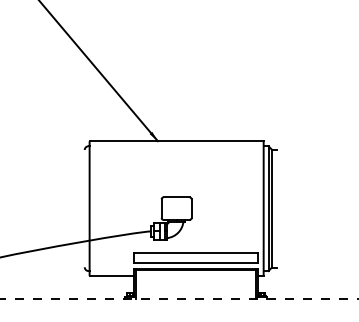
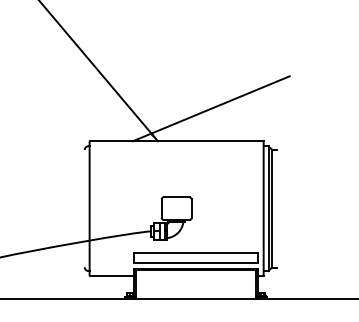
line at (210, 108): none -> present
line at (180, 298): dashed -> solid
